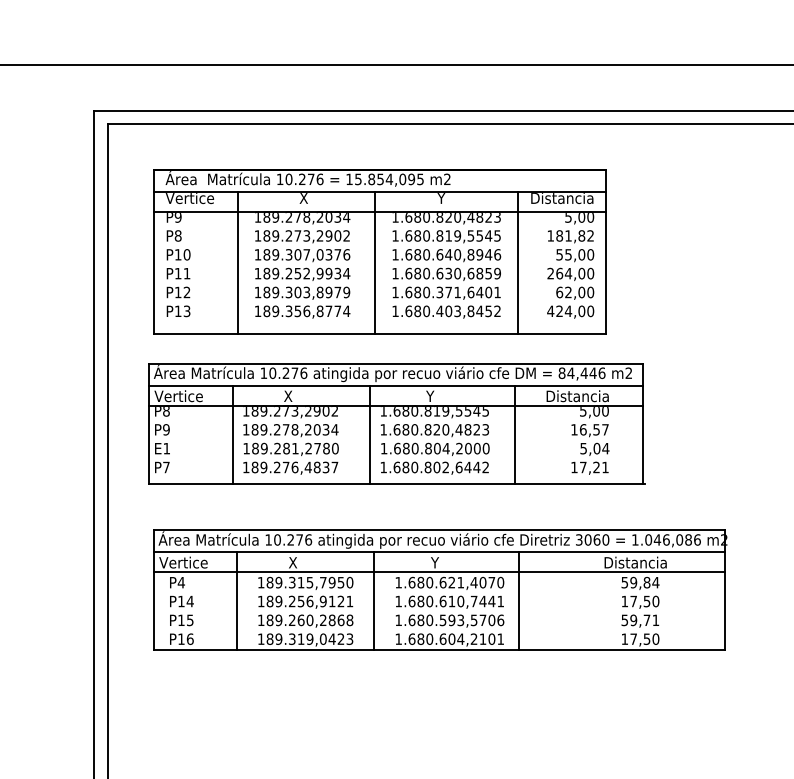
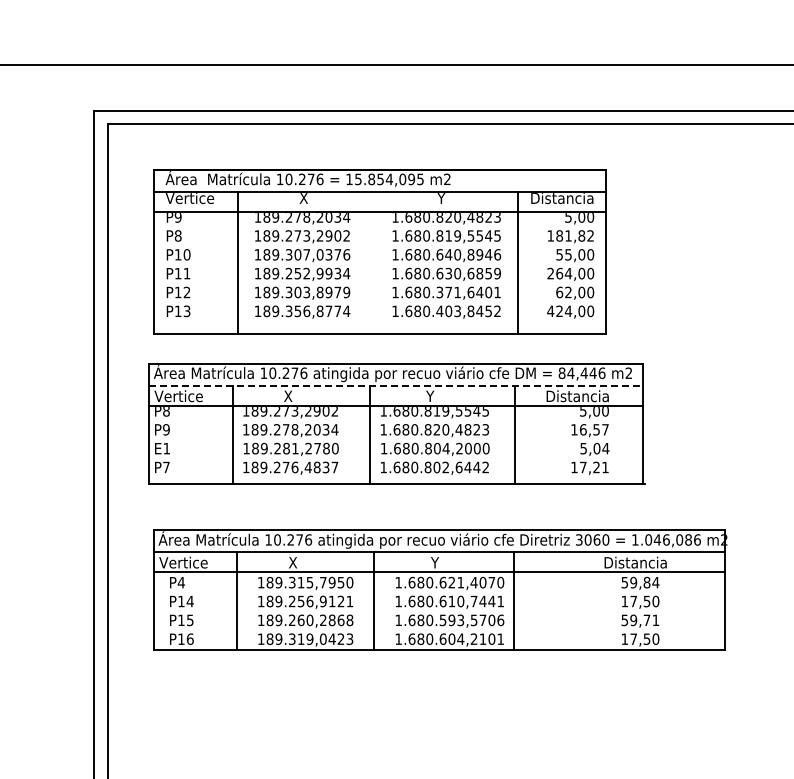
line at (374, 263): present -> none
line at (395, 385): solid -> dashed
line at (519, 601) position: (519, 601) -> (514, 601)
